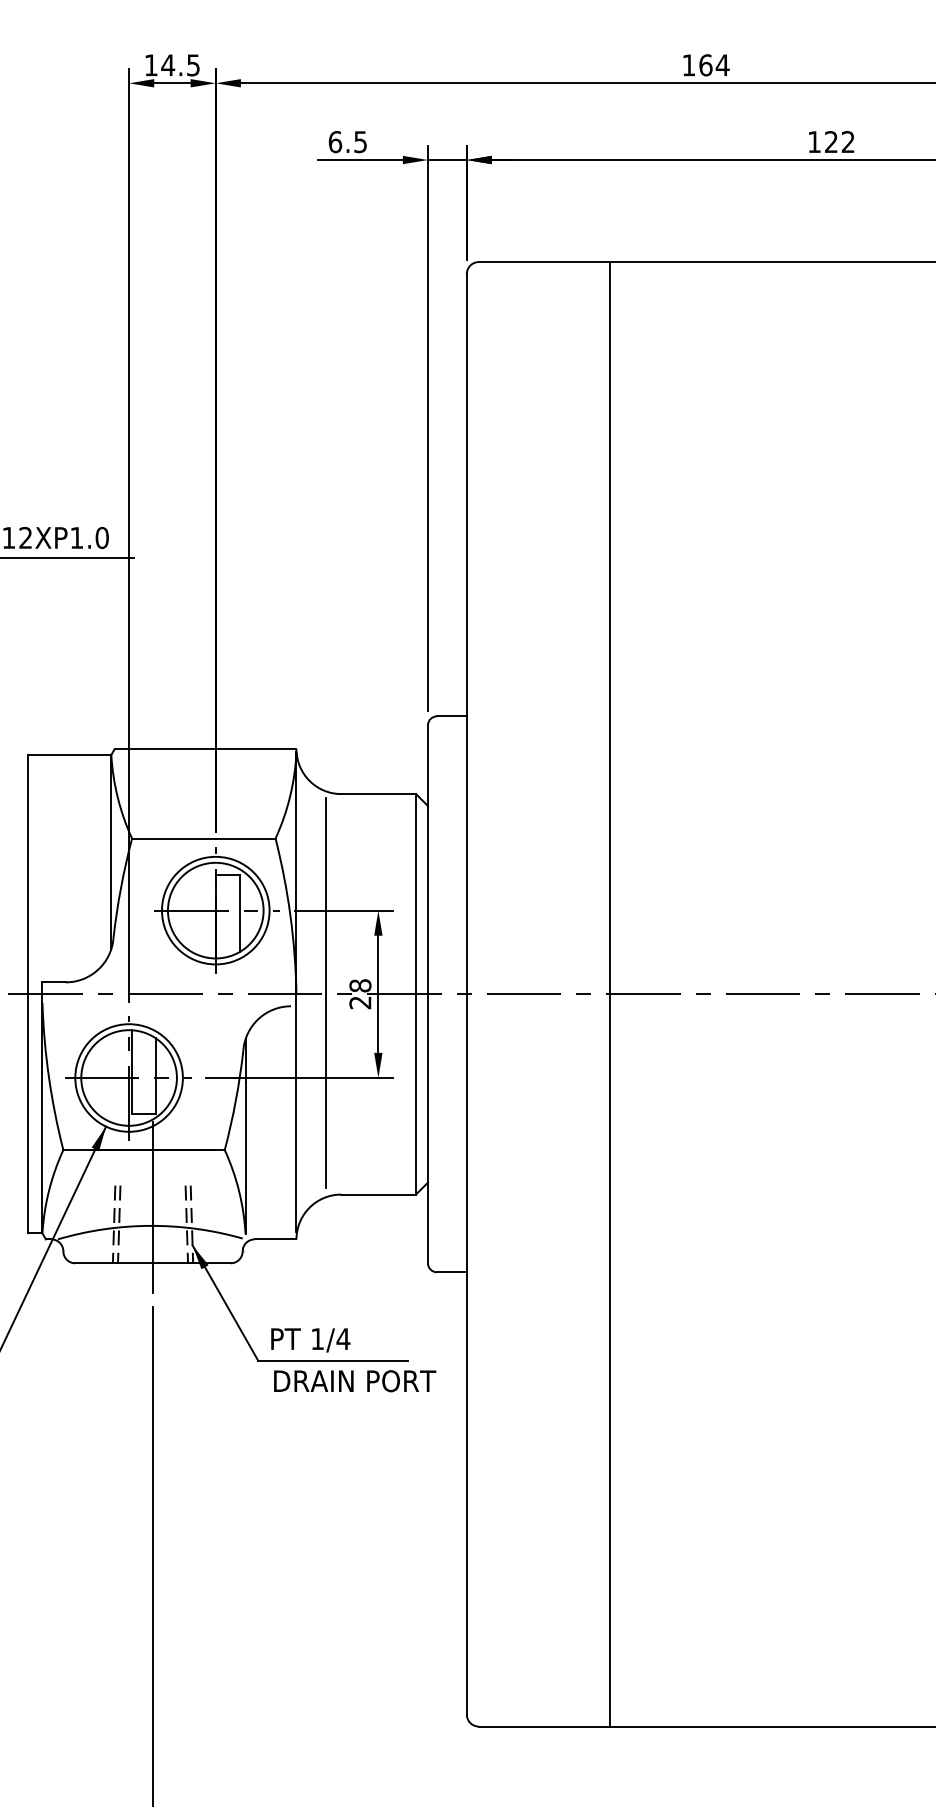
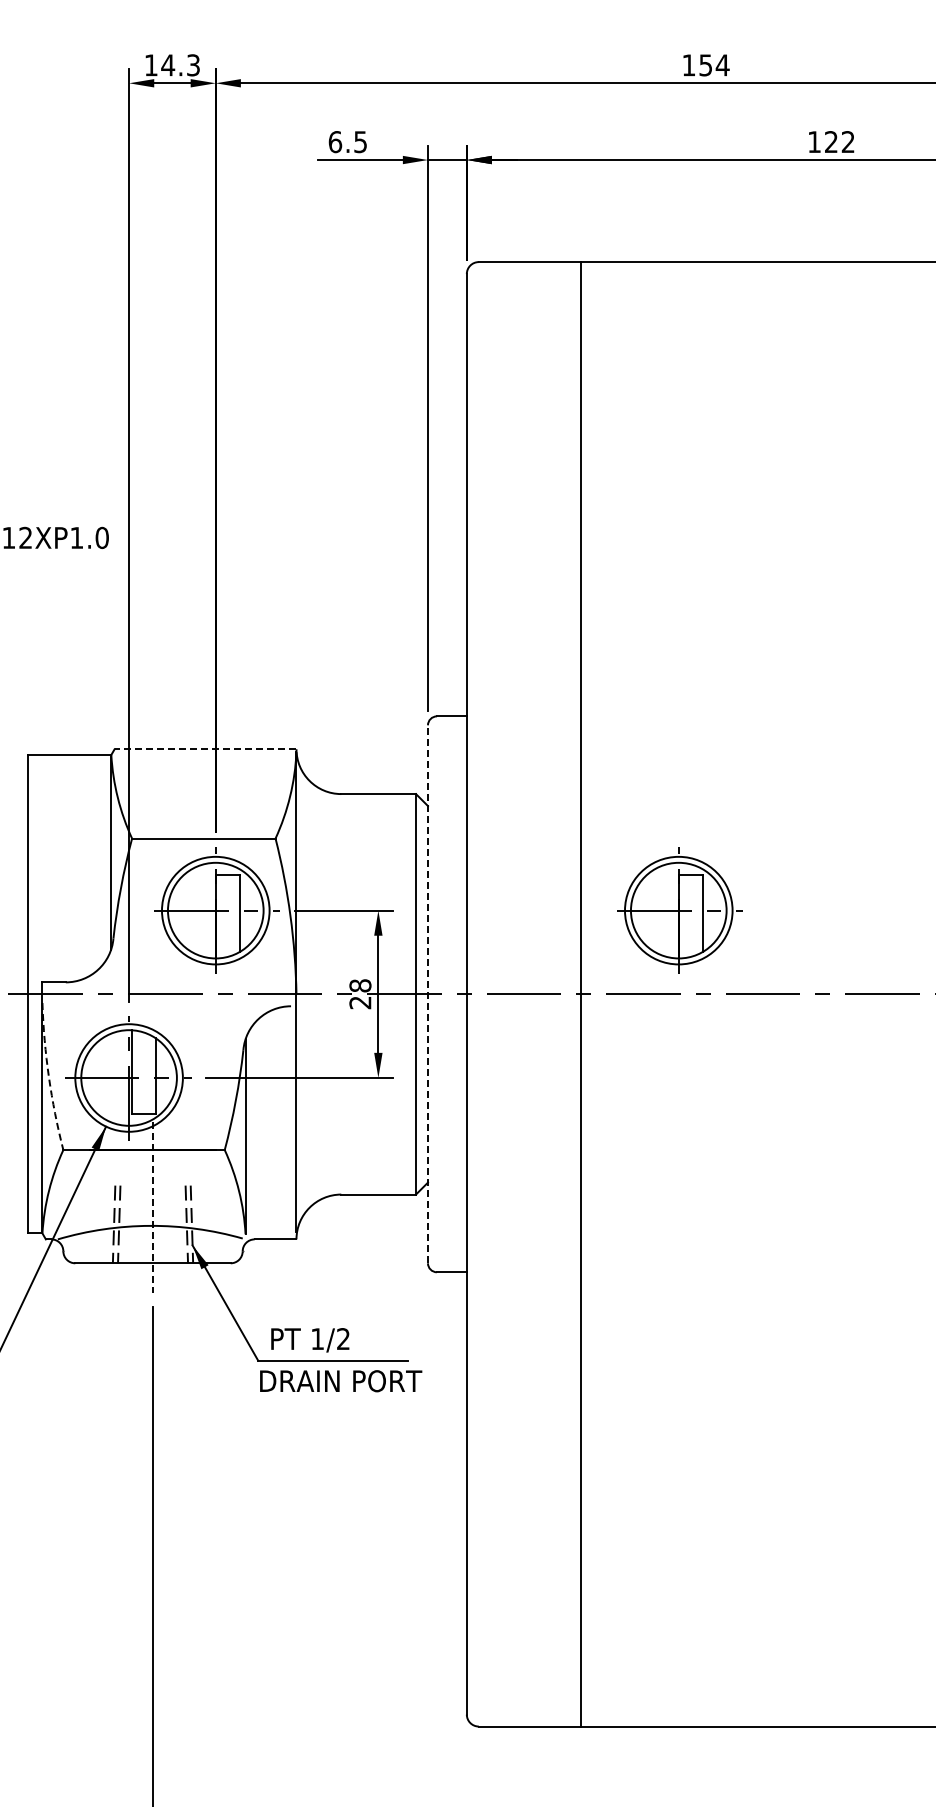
text at (193, 64): 14.5 -> 14.3
text at (705, 65): 164 -> 154
line at (68, 557): present -> none
line at (205, 749): solid -> dashed
part at (679, 910): none -> present
line at (325, 992): present -> none
line at (427, 994): solid -> dashed
line at (610, 994) position: (610, 994) -> (581, 994)
arc at (48, 1077): solid -> dashed
line at (153, 1207): solid -> dashed
text at (343, 1338): 1/4 -> 1/2
text at (355, 1381) position: (355, 1381) -> (341, 1381)
